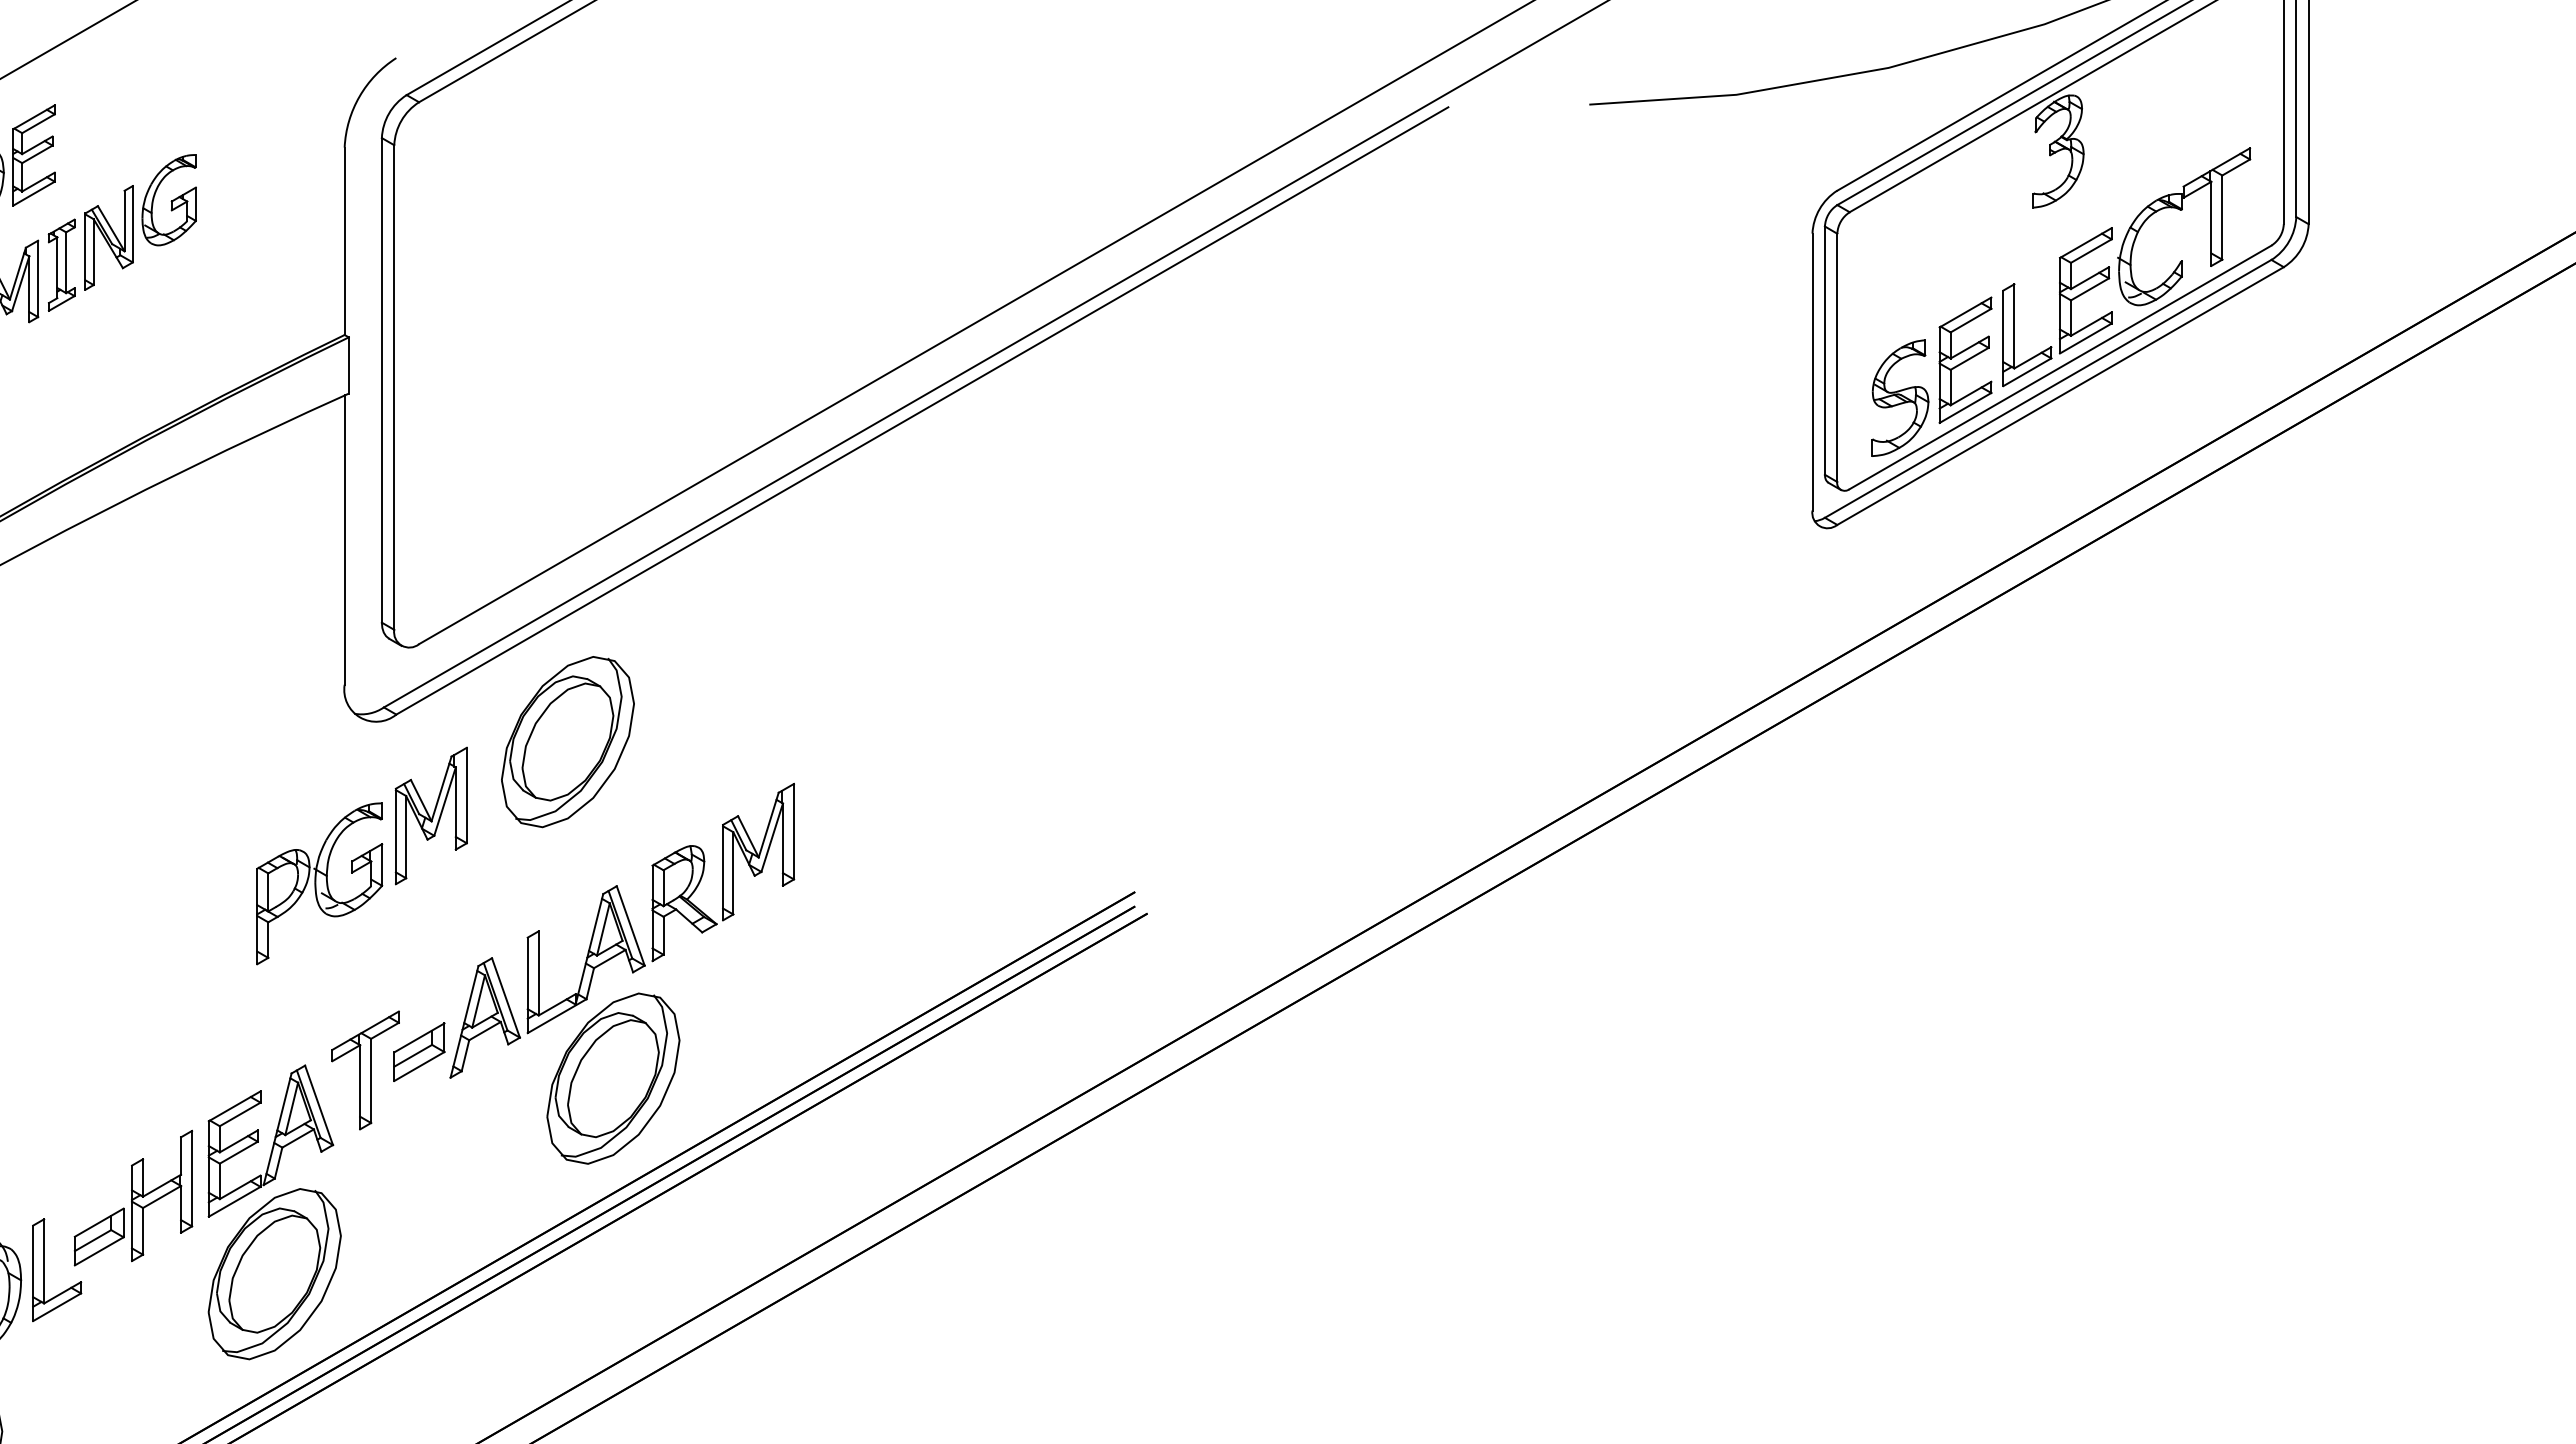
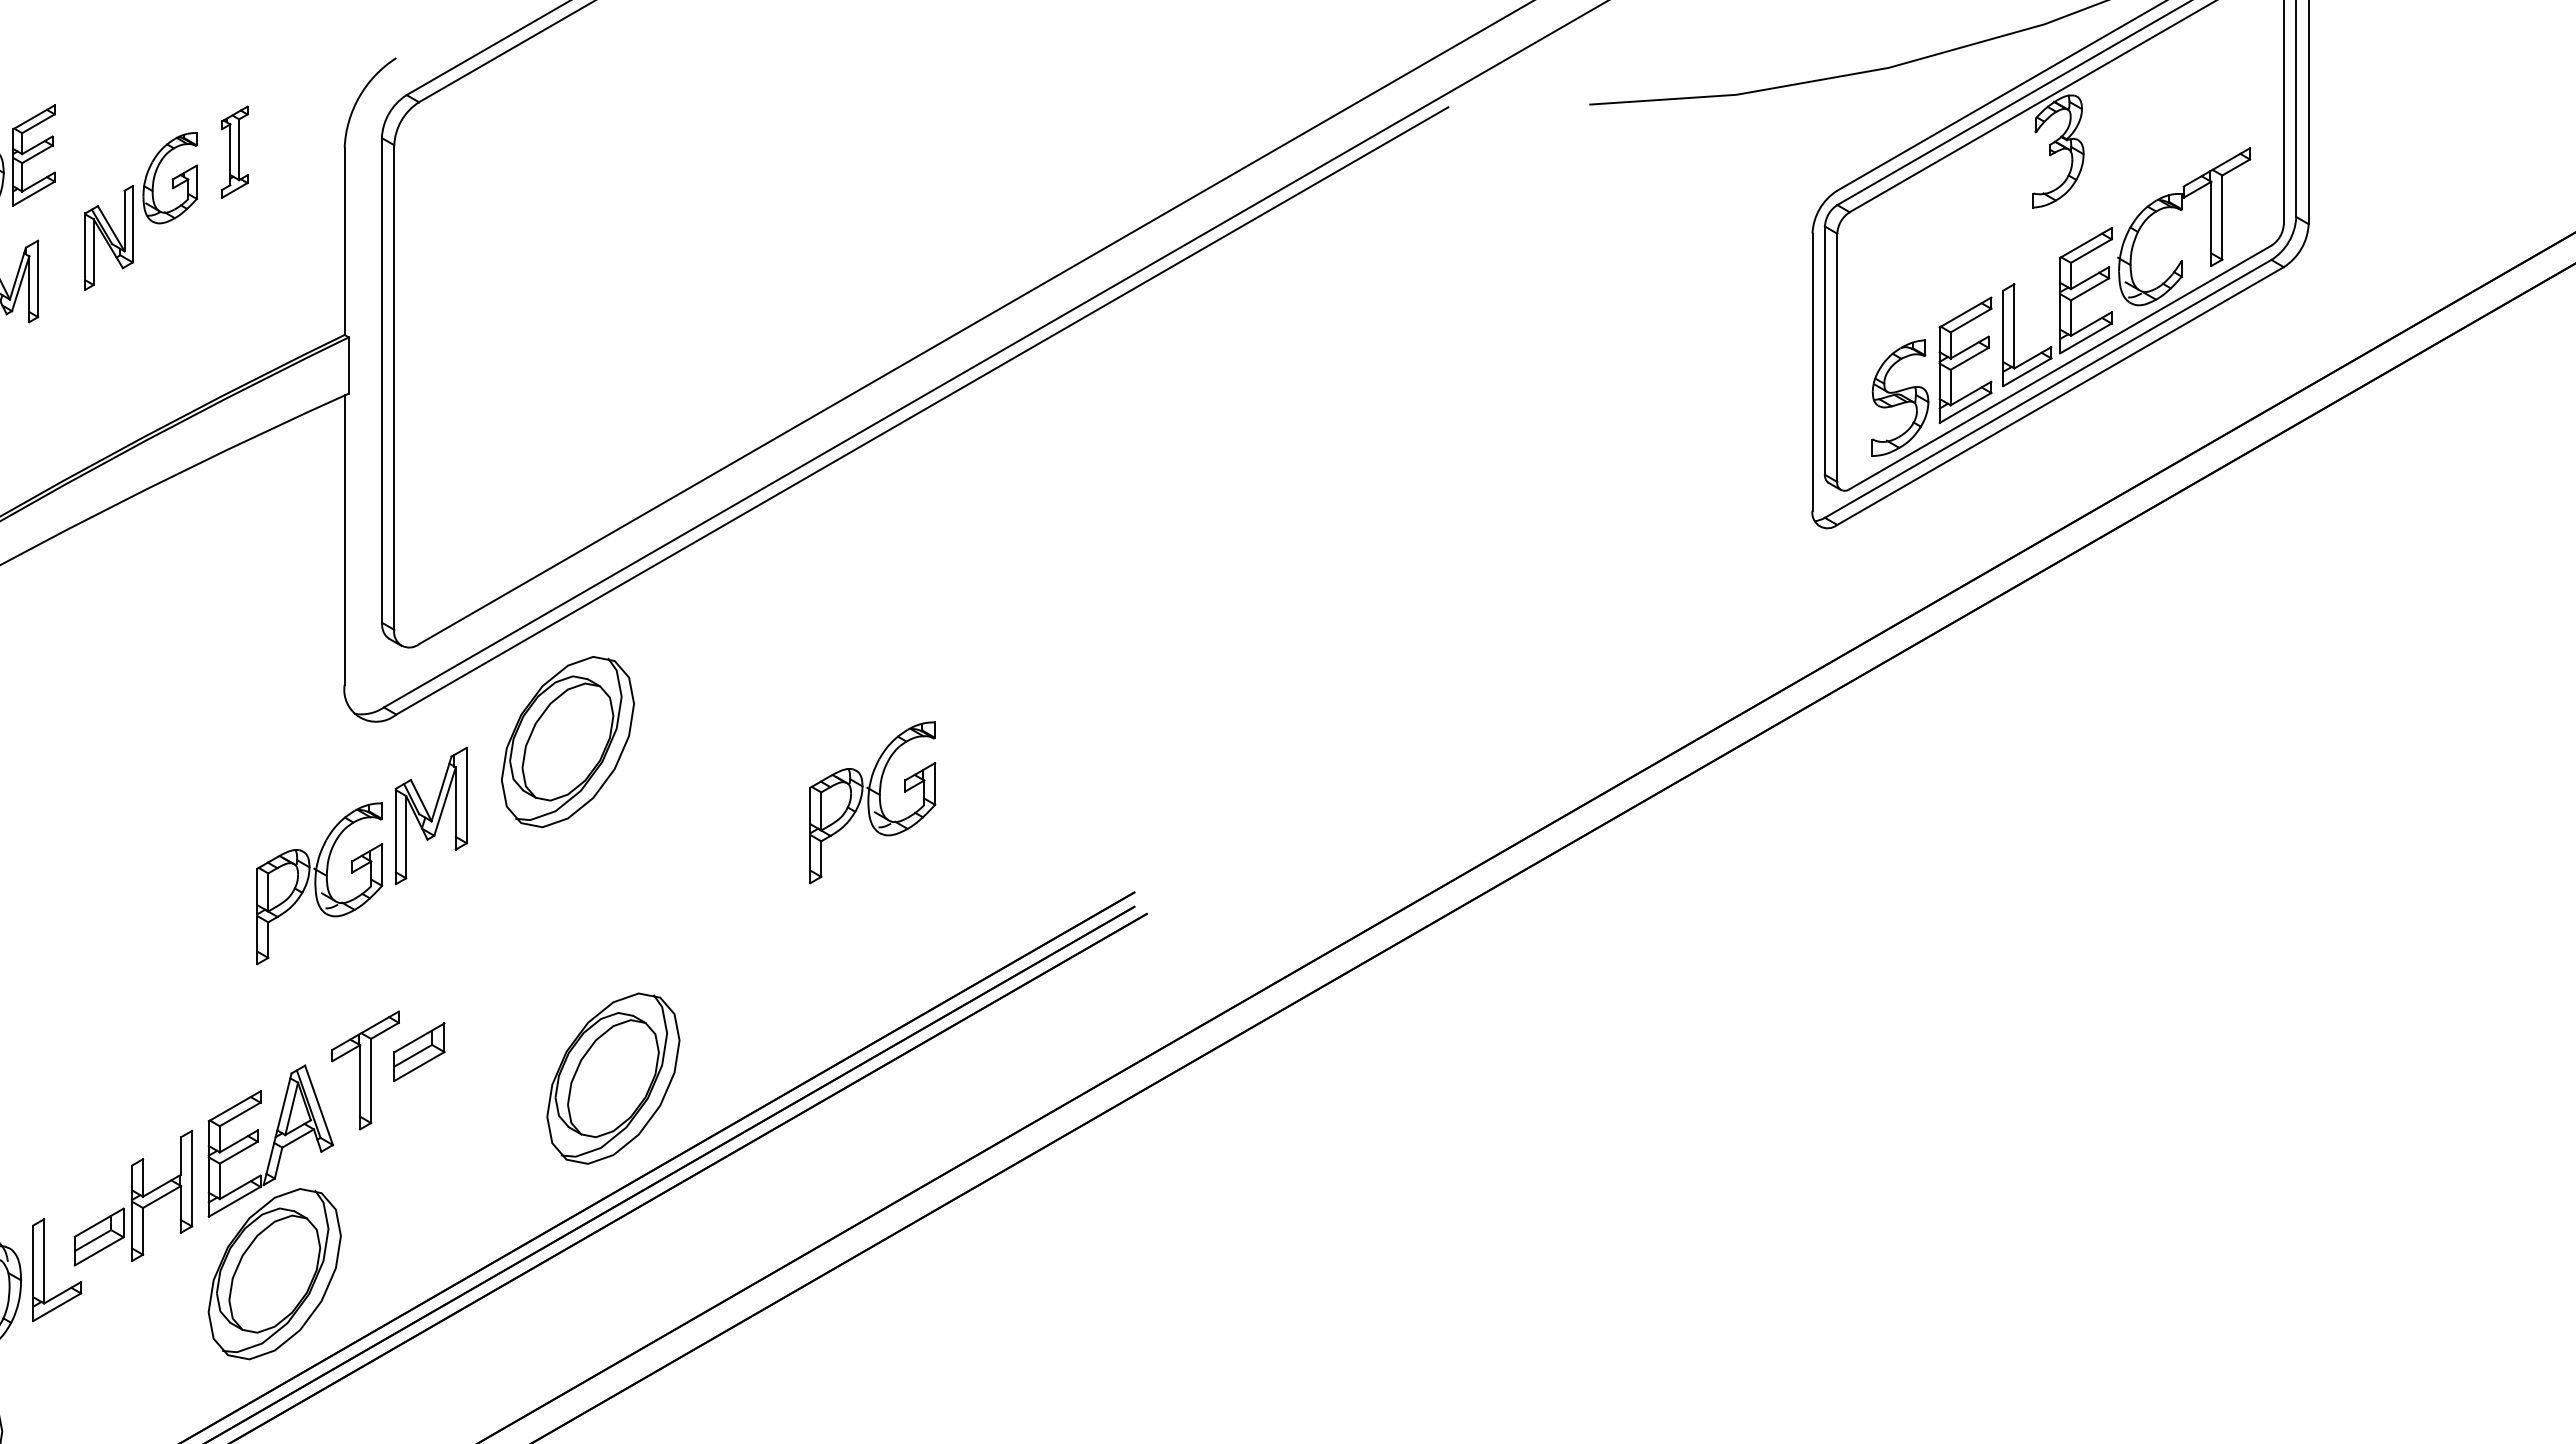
line at (67, 39): present -> none
part at (168, 200) position: (168, 200) -> (169, 178)
part at (61, 264) position: (61, 264) -> (234, 151)
part at (872, 802): none -> present
part at (622, 930): present -> none
